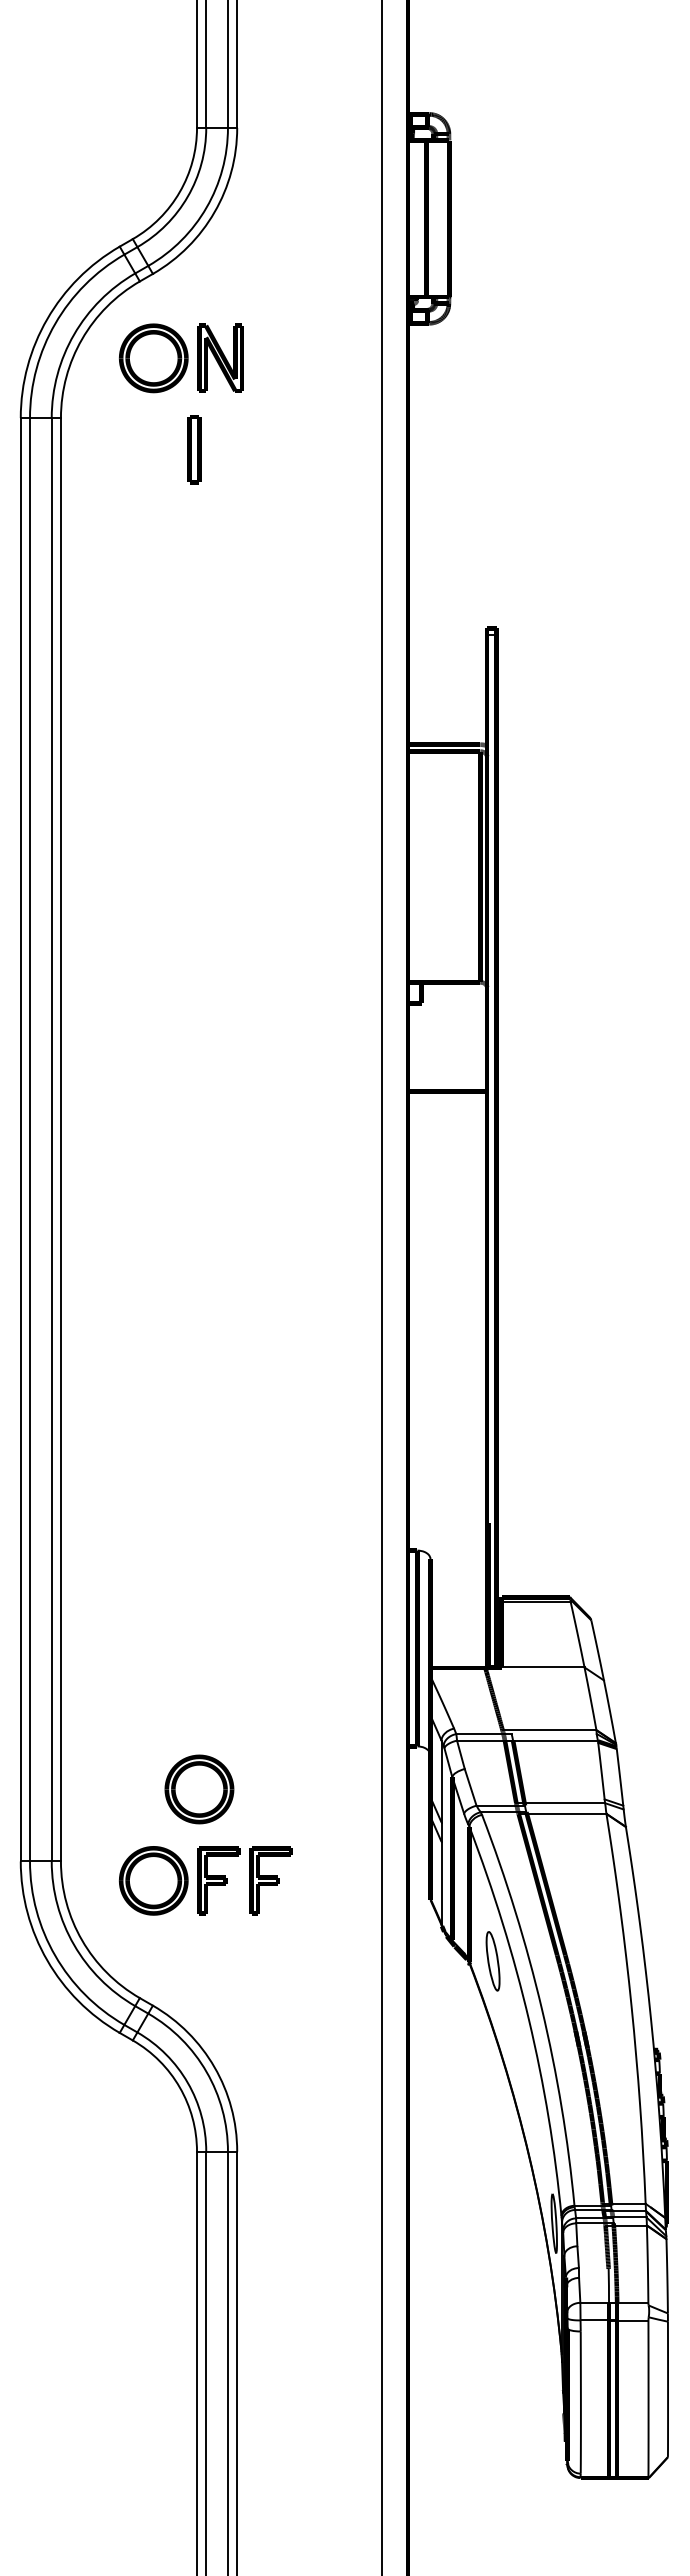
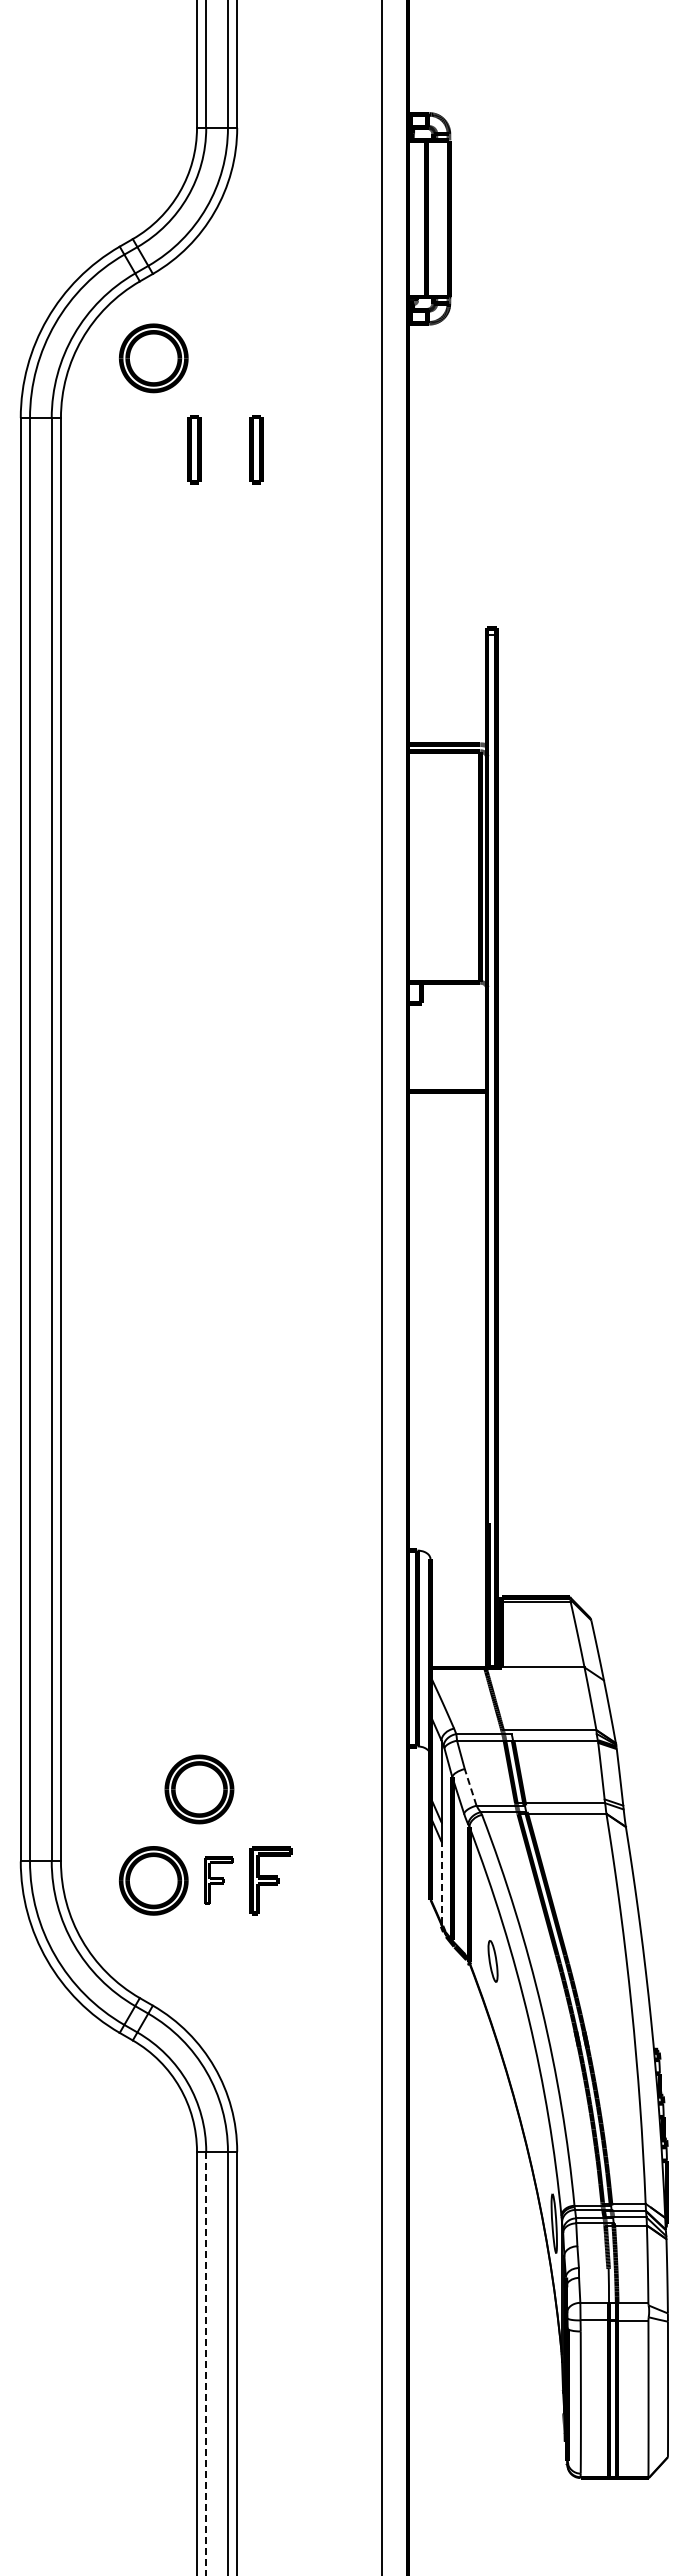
part at (220, 357): present -> none
part at (256, 449): none -> present
line at (470, 1786): solid -> dashed
part at (218, 1880) size: 44x70 px -> 30x49 px
line at (441, 1882): solid -> dashed
part at (492, 1961) size: 16x61 px -> 12x43 px
line at (206, 2363): solid -> dashed
